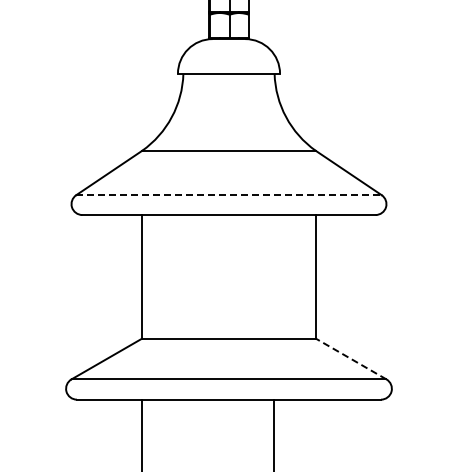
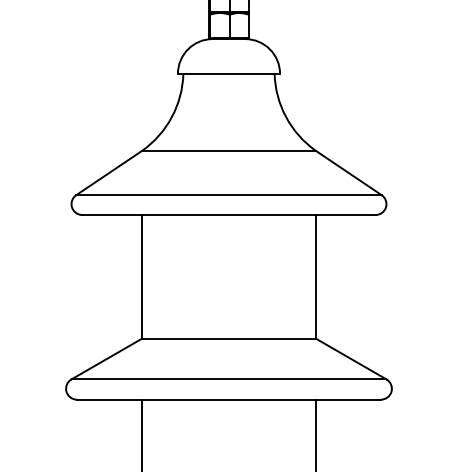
line at (229, 195): dashed -> solid
line at (351, 359): dashed -> solid
line at (273, 433) position: (273, 433) -> (315, 433)
